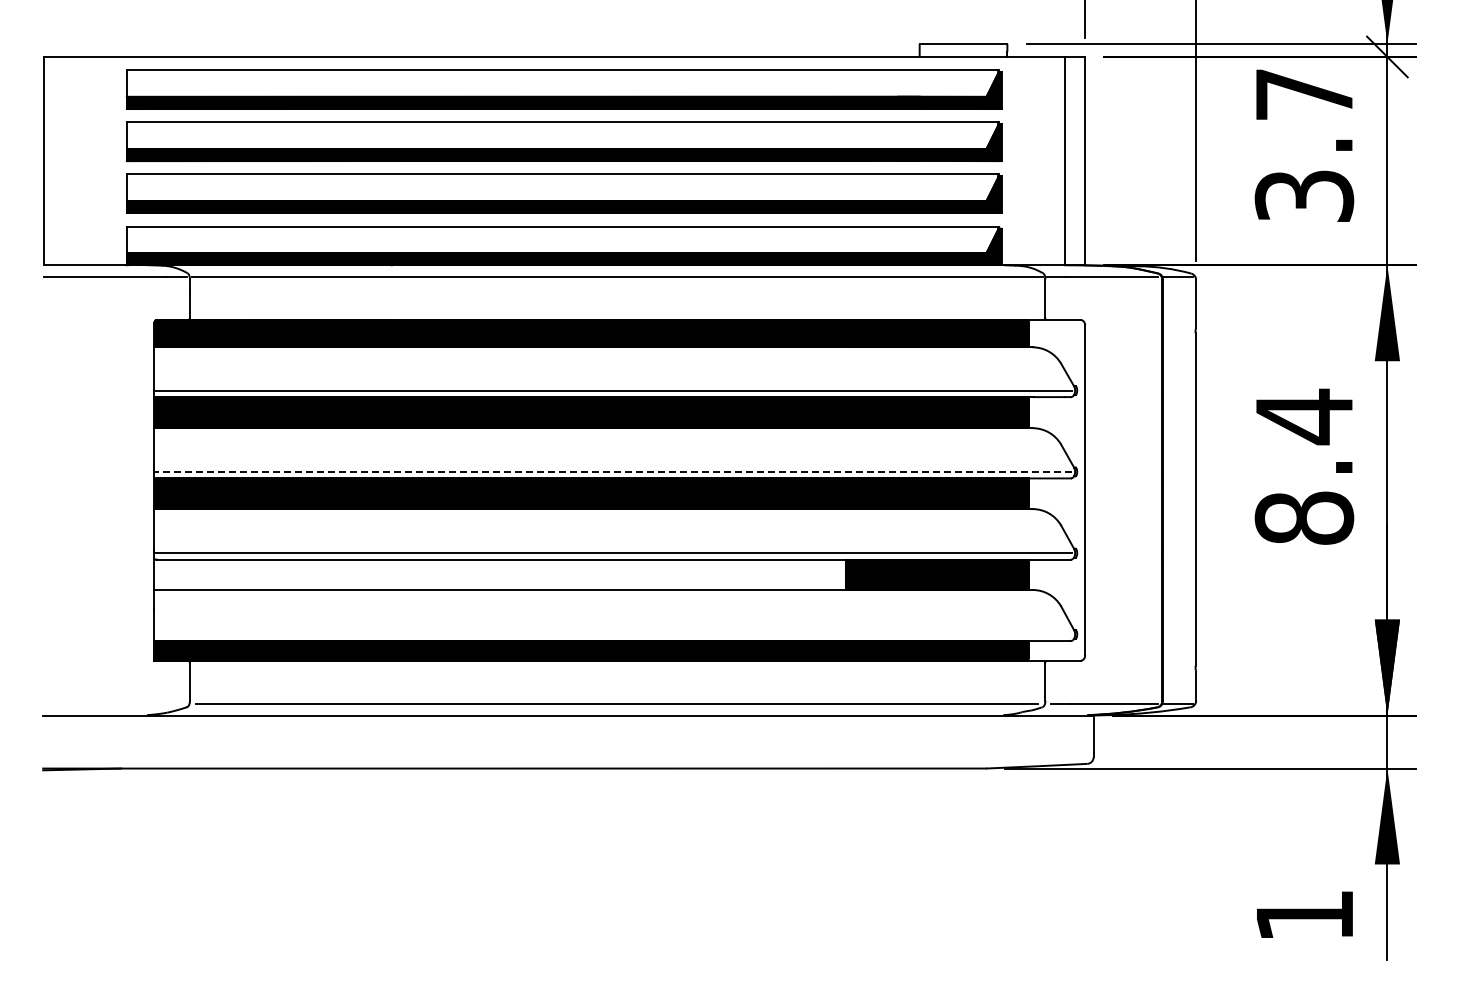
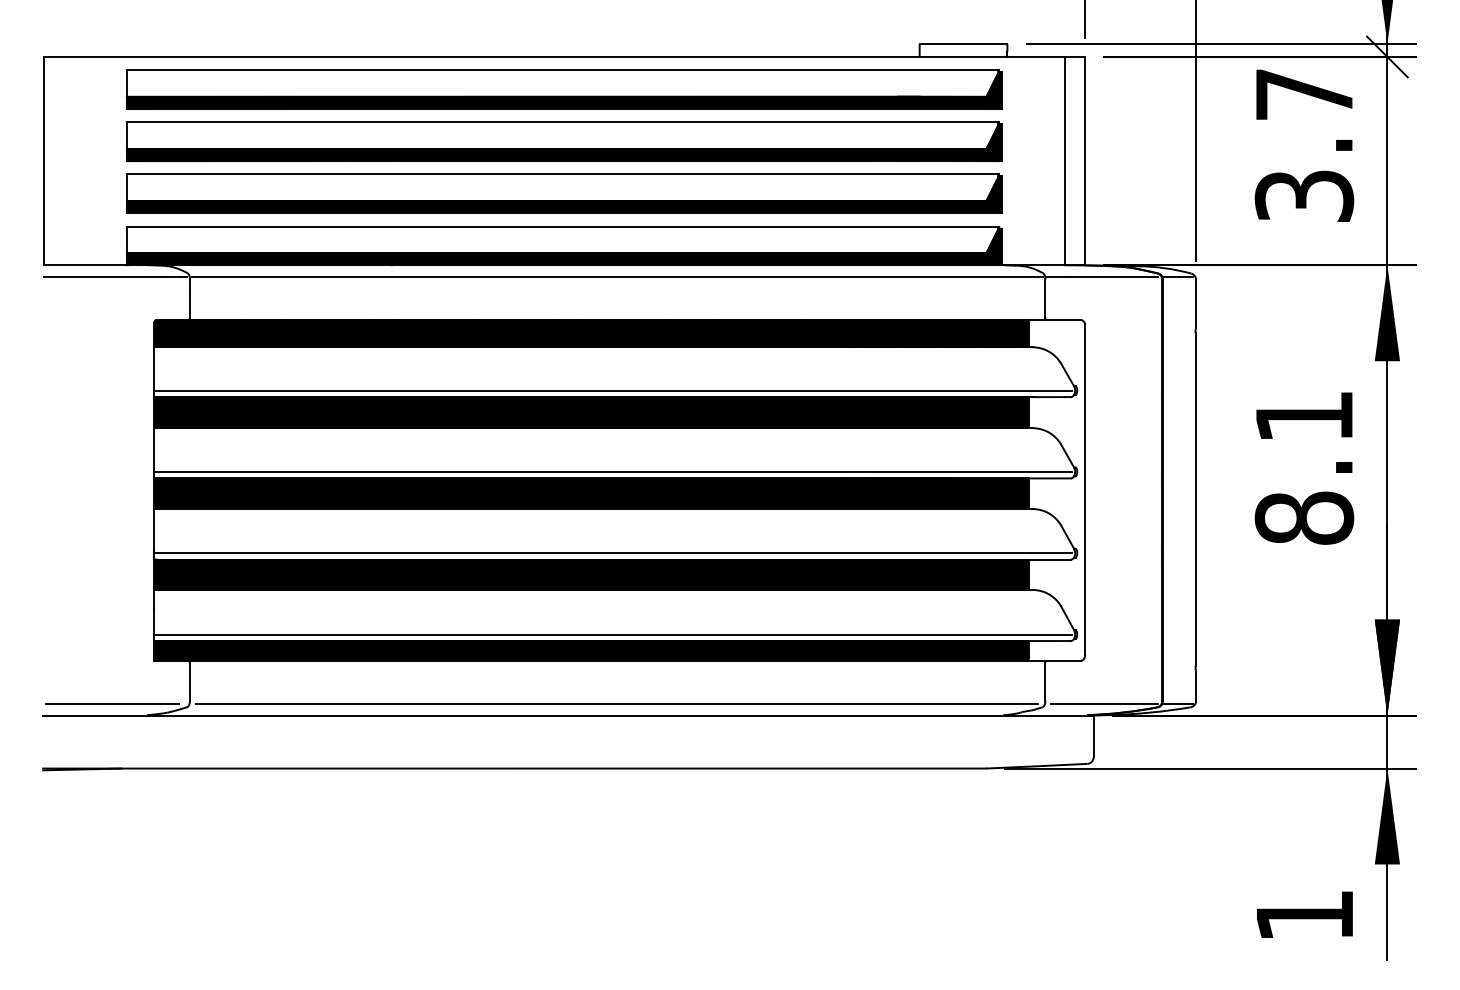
text at (1304, 416): 8.4 -> 8.1
line at (613, 471): dashed -> solid
hatch at (499, 574): none -> present
line at (613, 634): none -> present
line at (112, 704): none -> present
